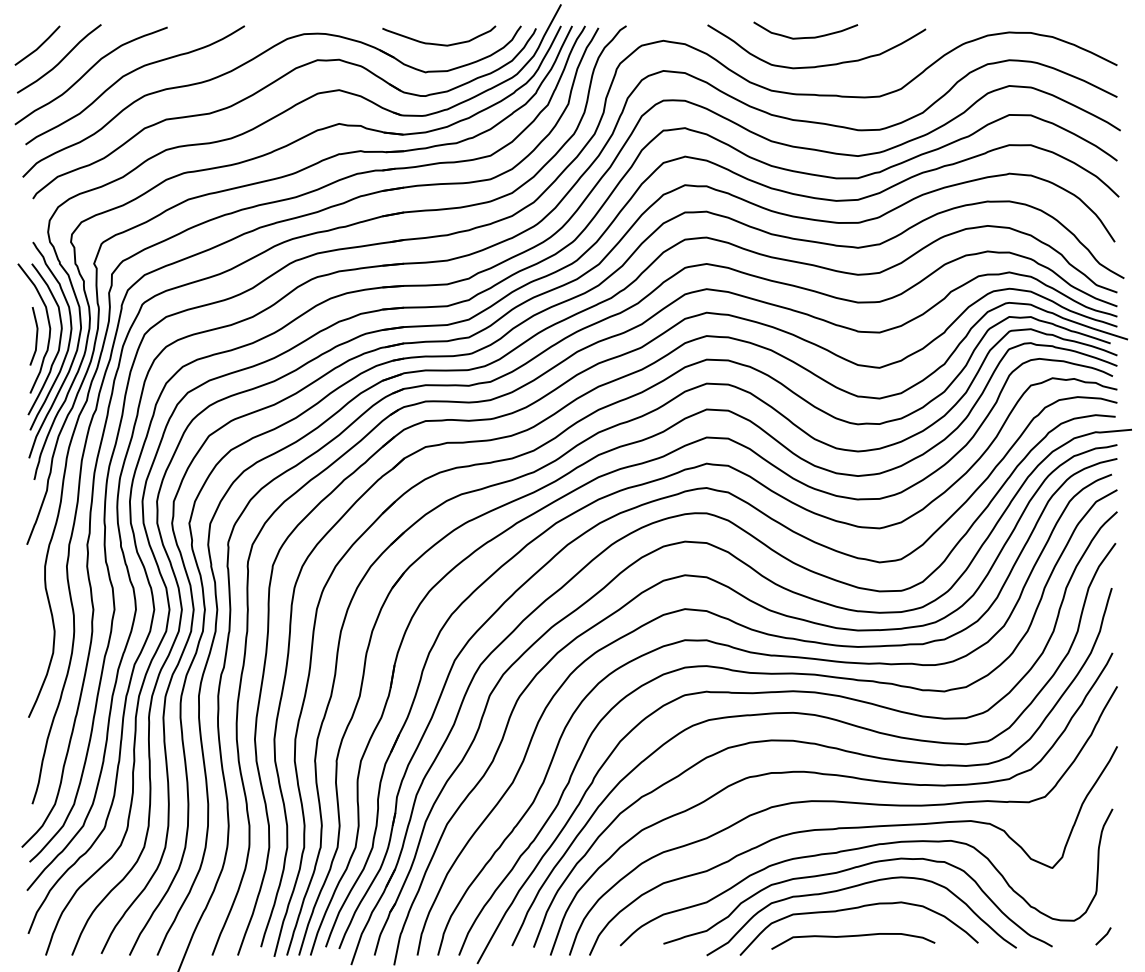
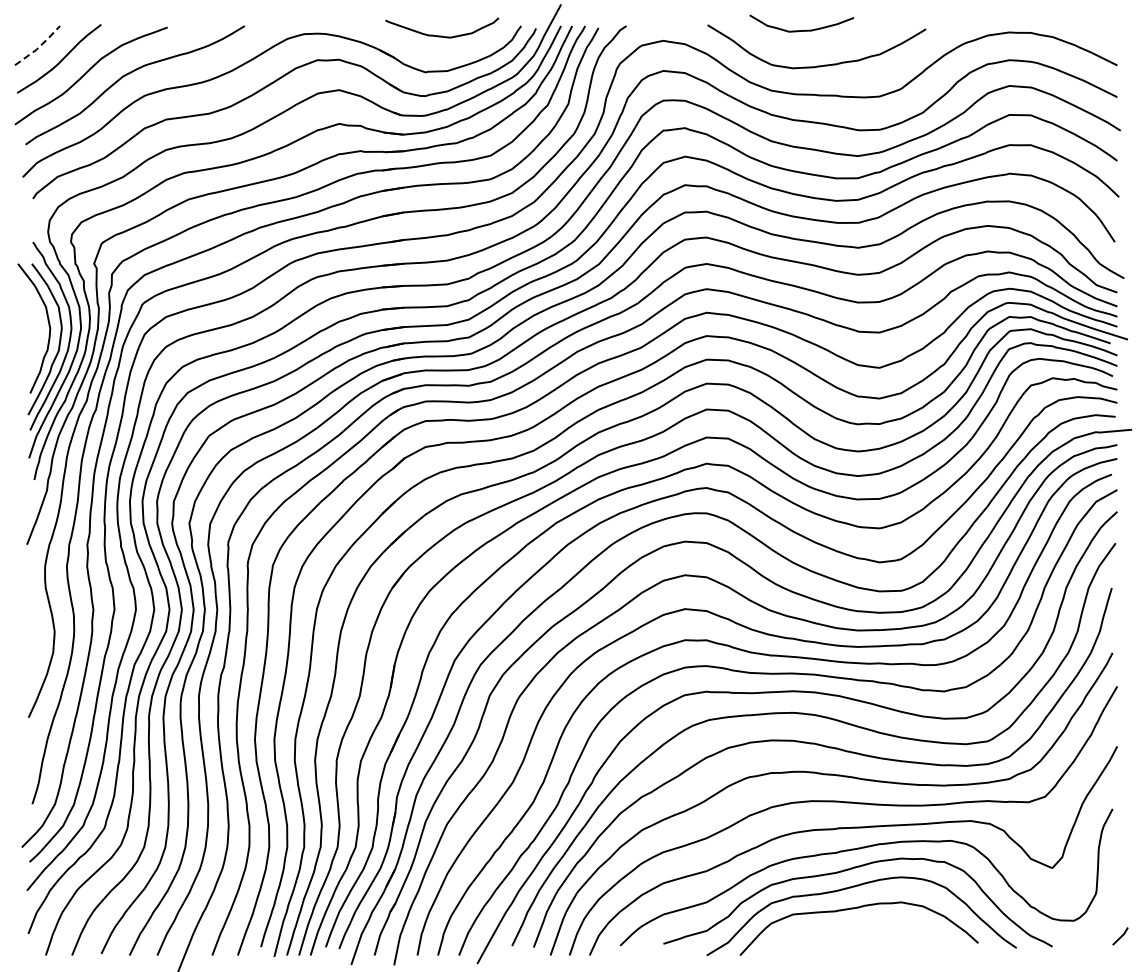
curve at (805, 37) position: (805, 37) -> (801, 30)
curve at (439, 43) position: (439, 43) -> (442, 35)
line at (39, 46): solid -> dashed
line at (35, 338): present -> none
curve at (853, 936): present -> none
line at (1103, 936) position: (1103, 936) -> (1120, 936)
